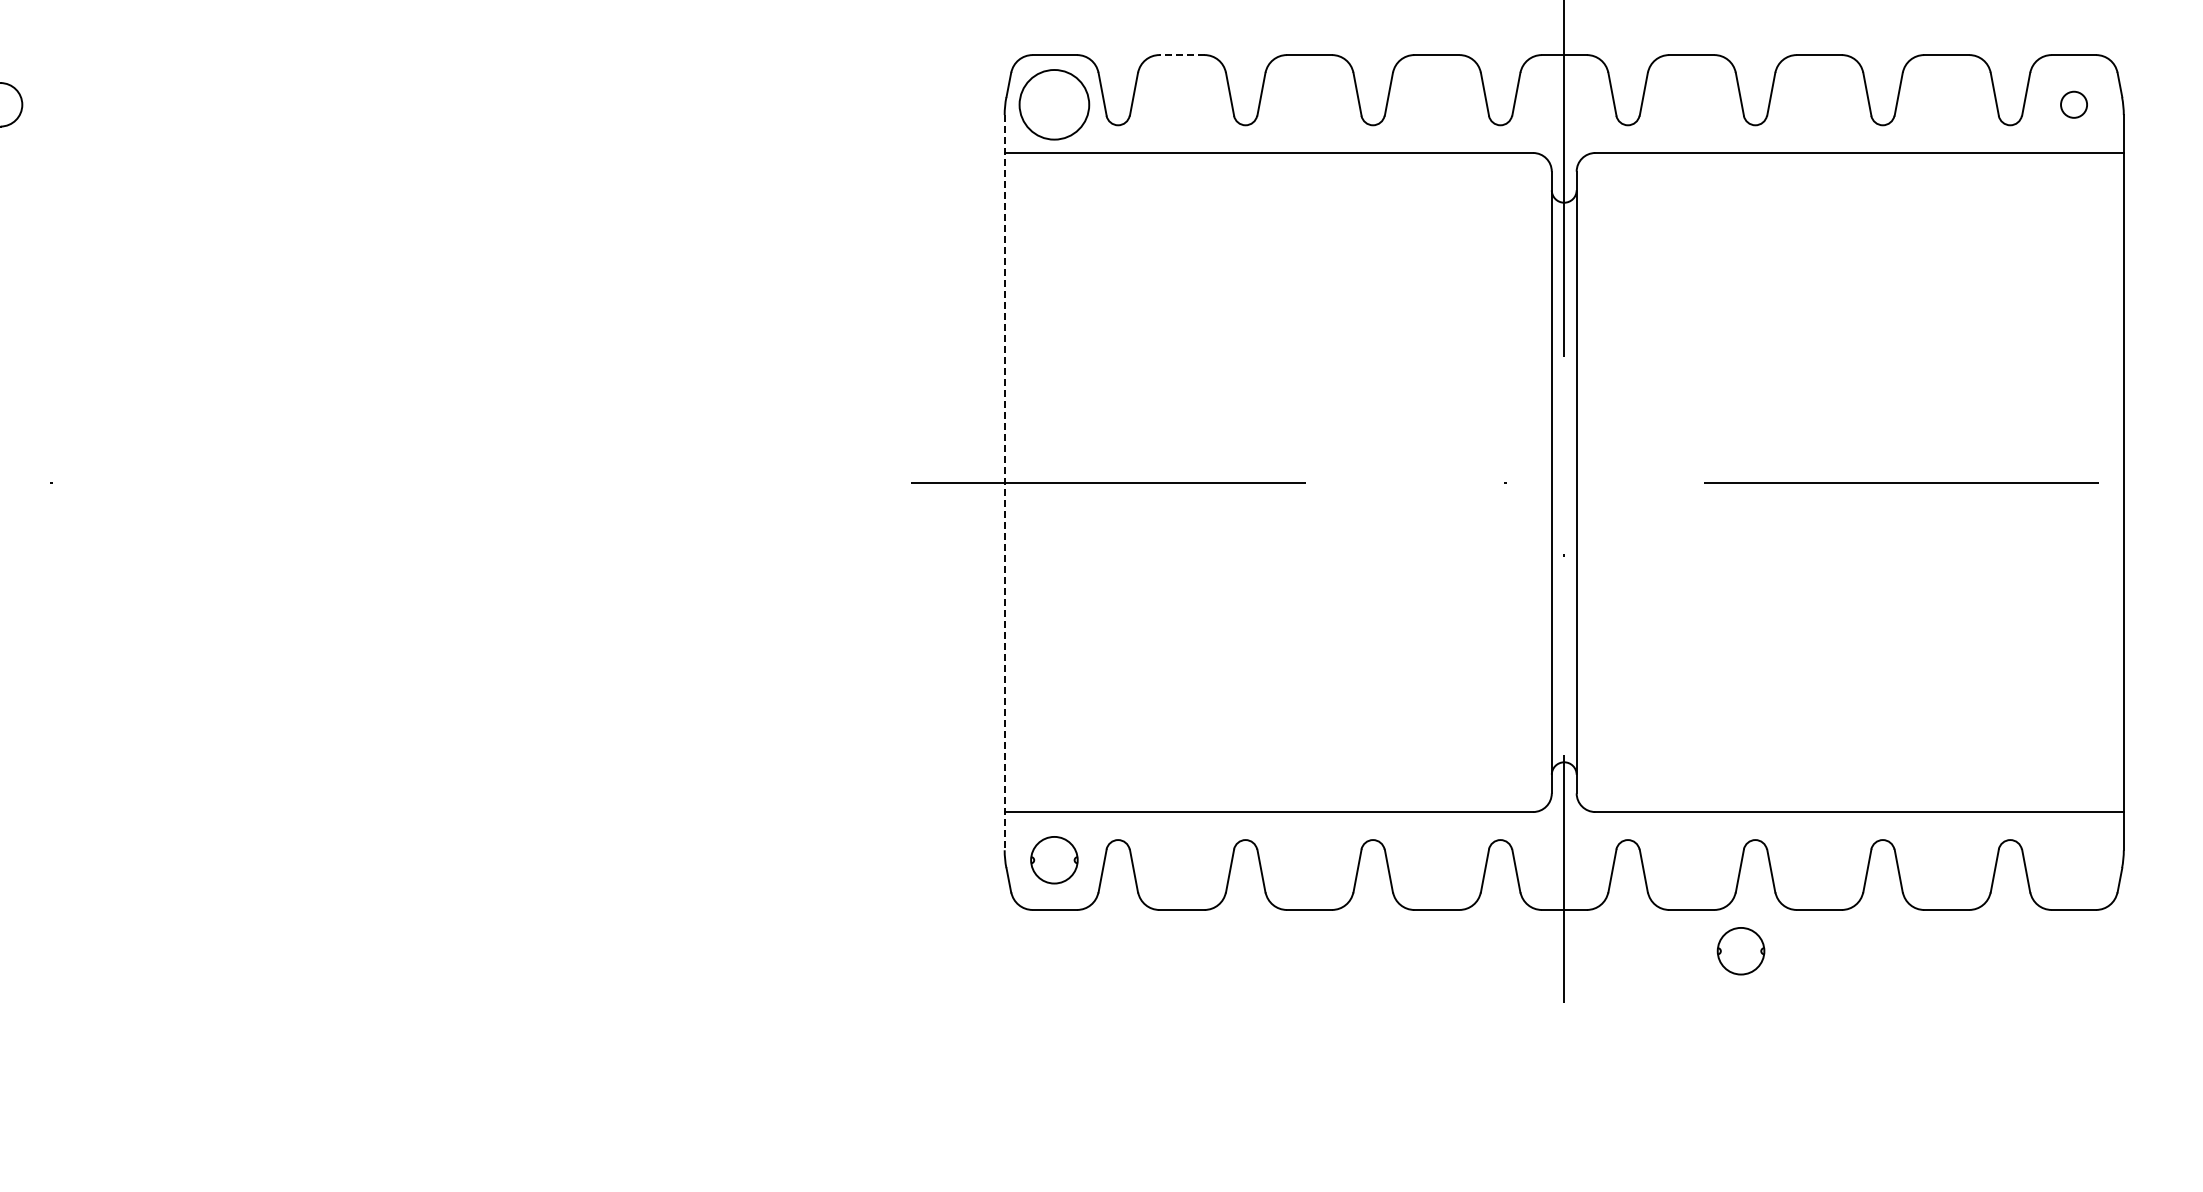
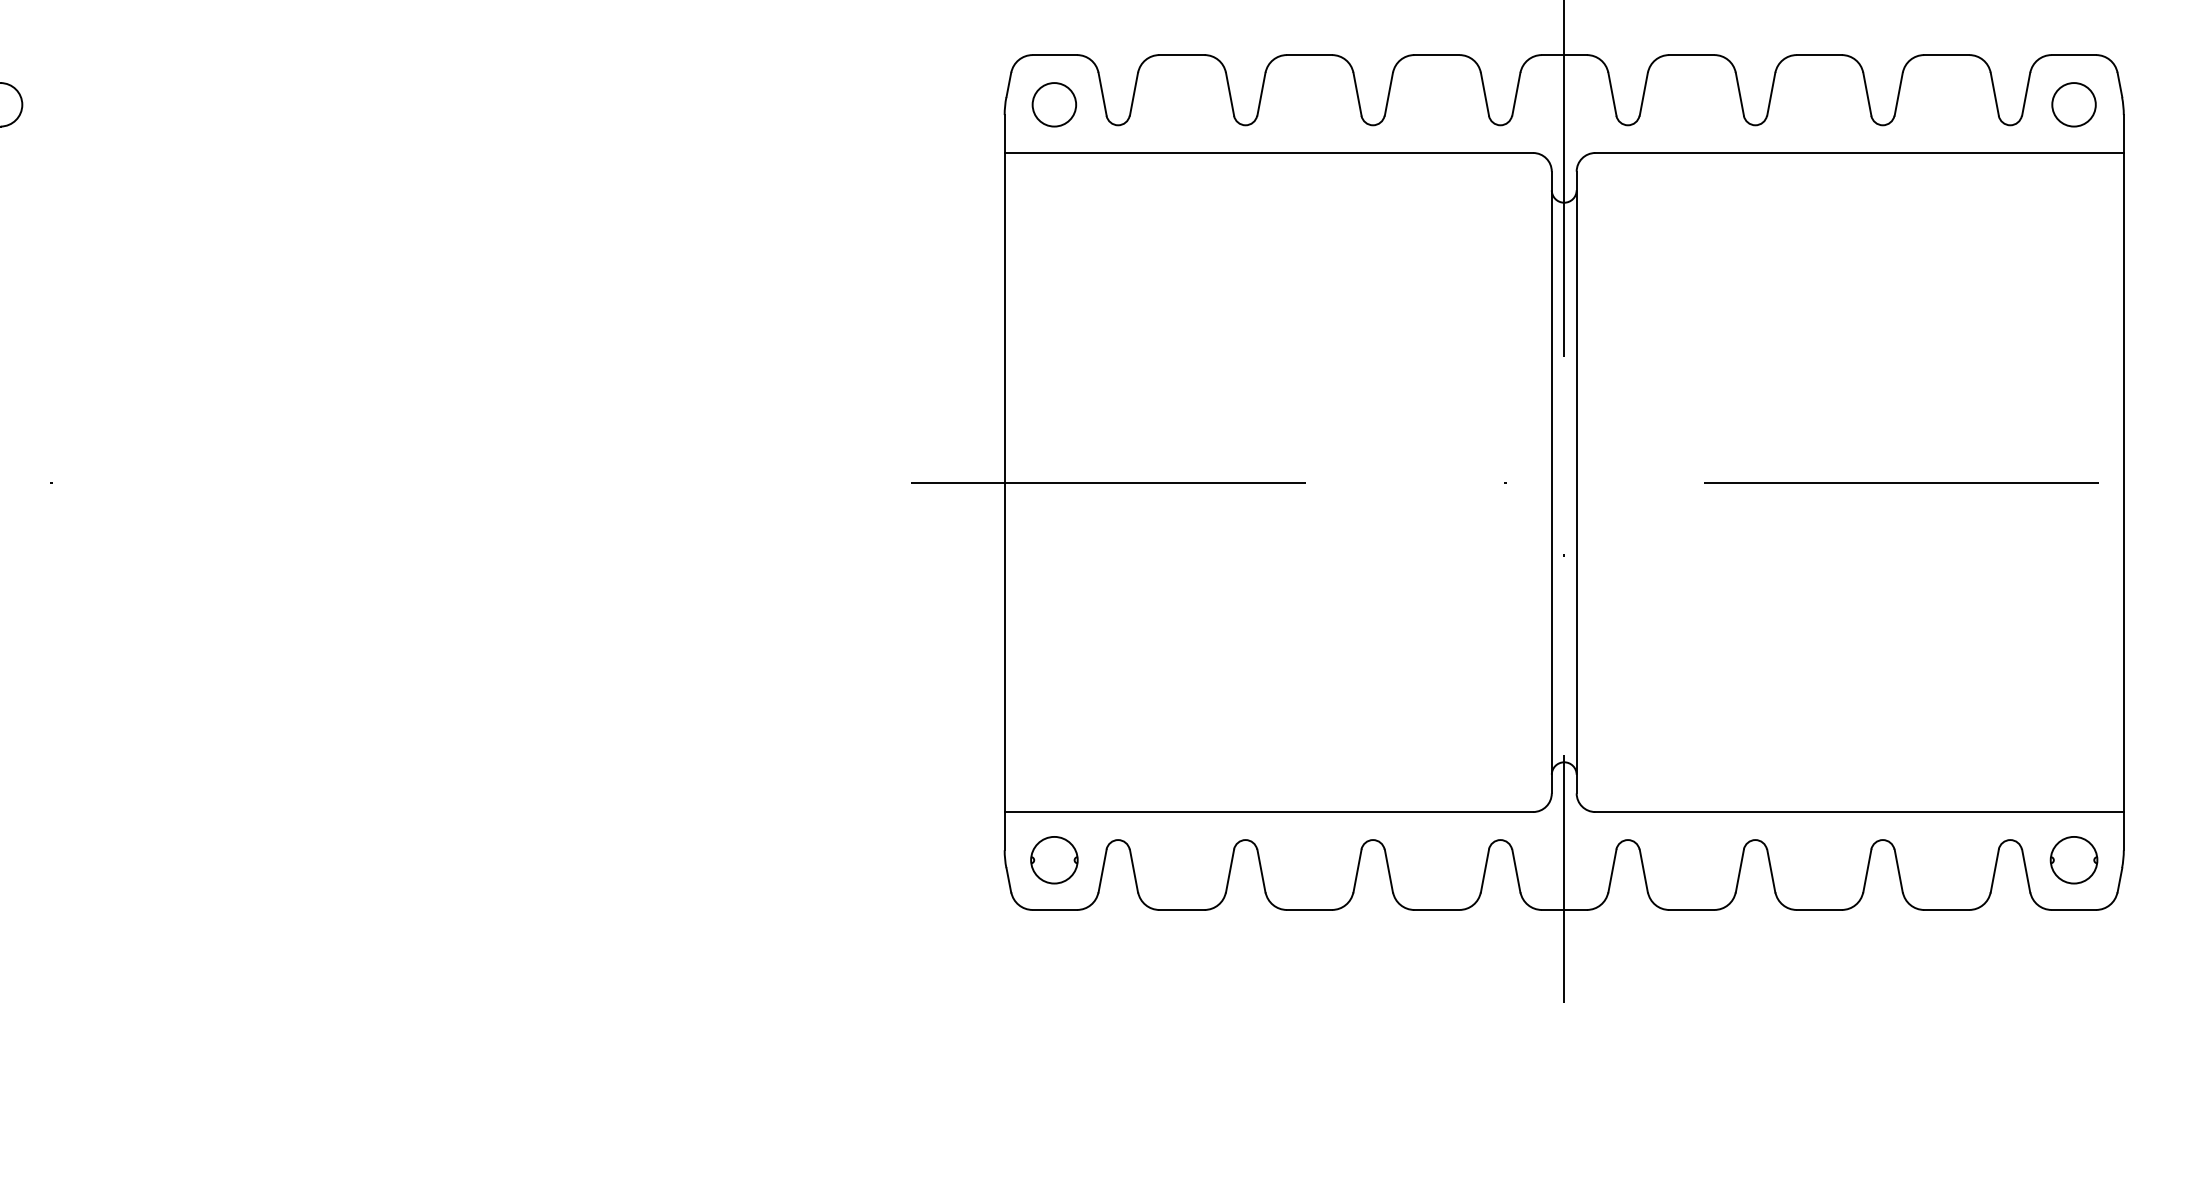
line at (1182, 55): dashed -> solid
circle at (1054, 104) diameter: 70 px -> 44 px
circle at (2074, 104) diameter: 26 px -> 44 px
line at (1004, 482): dashed -> solid
part at (1740, 951) position: (1740, 951) -> (2073, 860)
